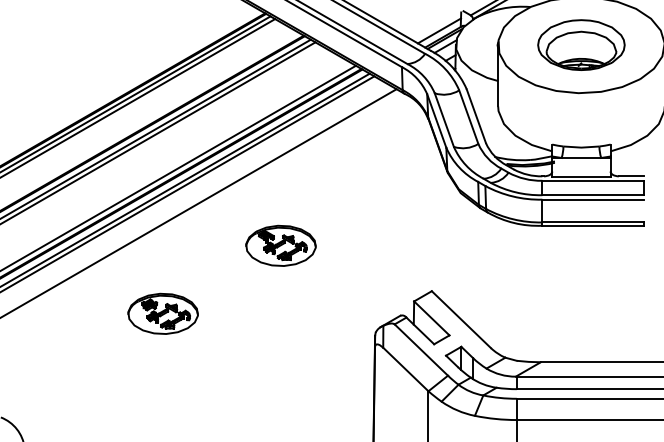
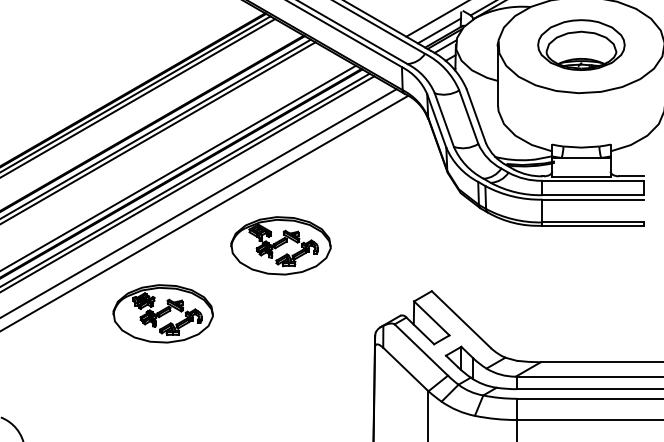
line at (436, 19): none -> present
line at (204, 212): none -> present
part at (280, 245) size: 72x43 px -> 102x60 px
part at (162, 313) size: 72x43 px -> 102x60 px
